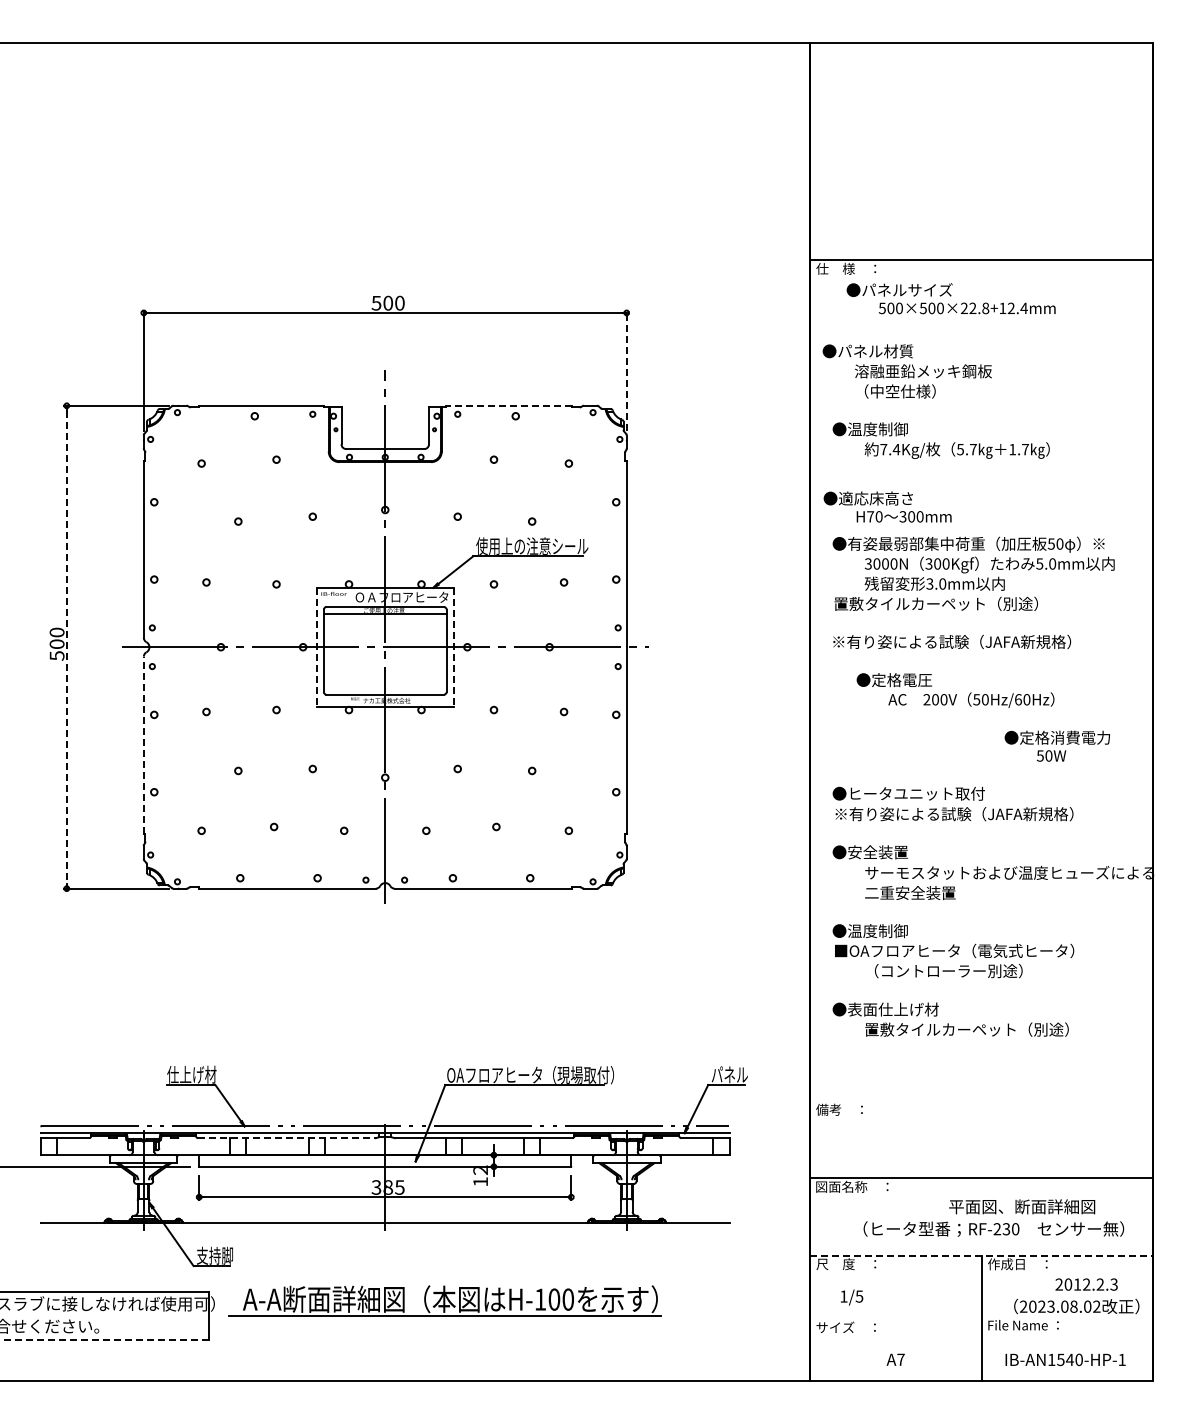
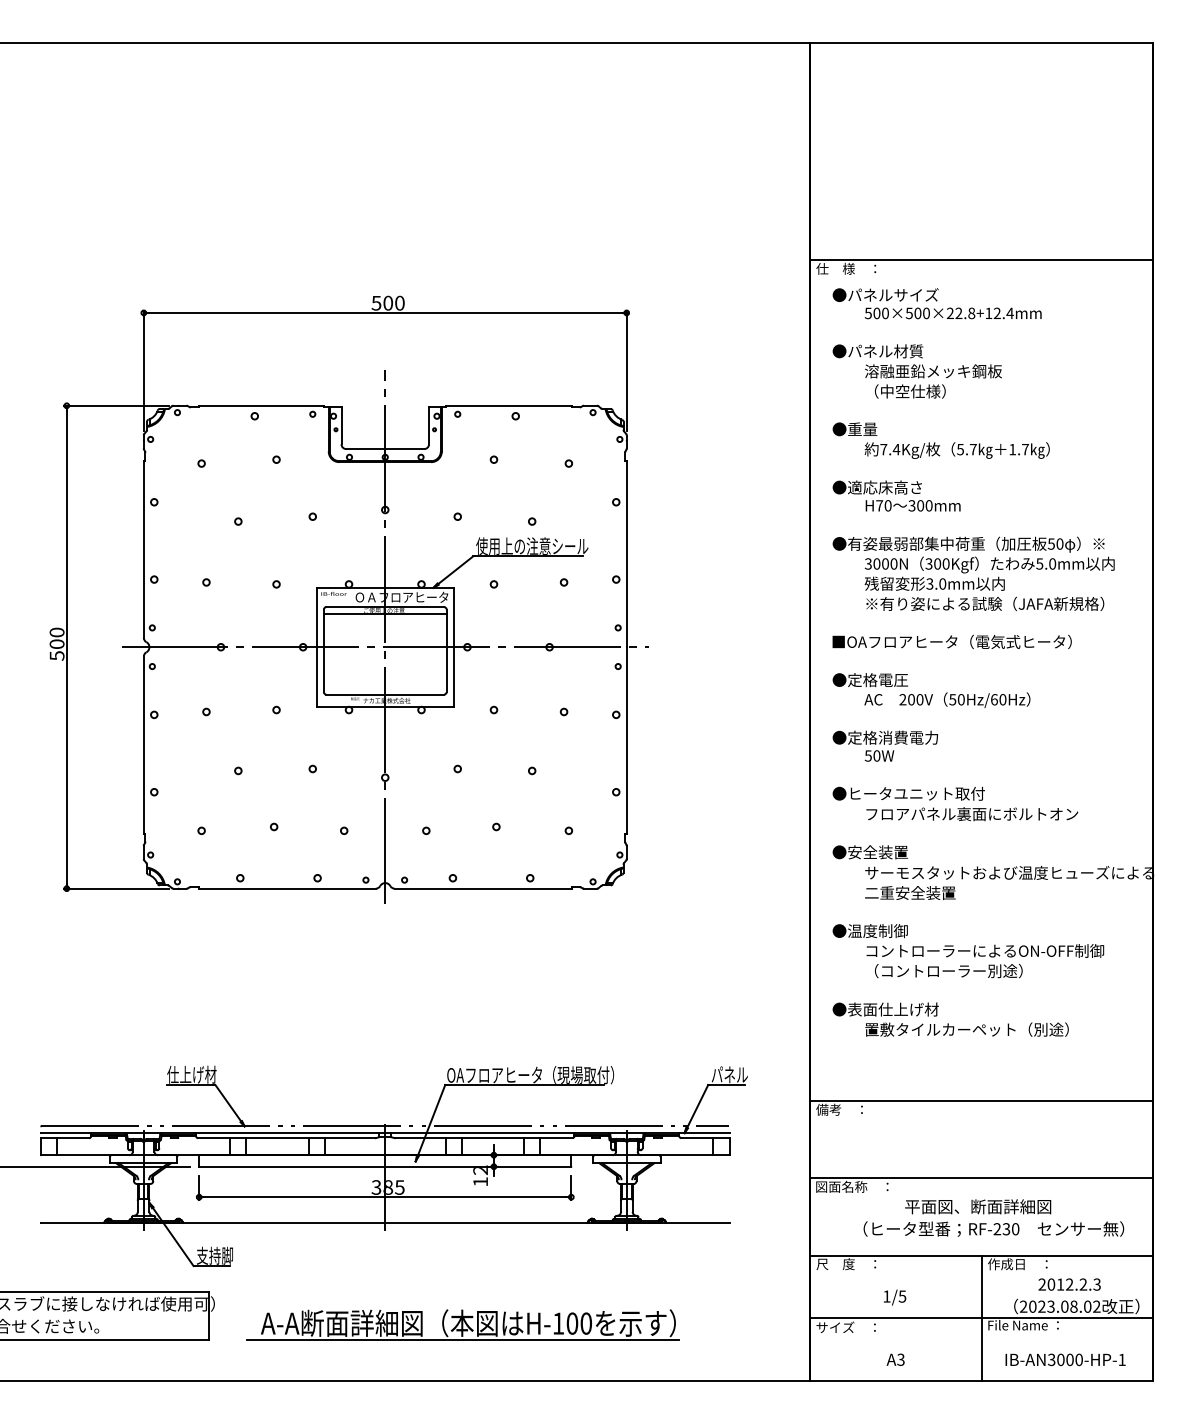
text at (950, 298) position: (950, 298) -> (936, 303)
line at (626, 370): dashed -> solid
text at (906, 371) position: (906, 371) -> (916, 371)
line at (508, 405): dashed -> solid
text at (877, 429): ●温度制御 -> ●重量
text at (887, 506) position: (887, 506) -> (896, 495)
text at (969, 603): 置敷タイルカーペット（別途） -> ※有り姿による試験（JAFA新規格）
text at (951, 641): ※有り姿による試験（JAFA新規格） -> ■OAフロアヒータ（電気式ヒータ）
line at (66, 647): dashed -> solid
line at (316, 647): dashed -> solid
line at (453, 647): dashed -> solid
text at (955, 690) position: (955, 690) -> (931, 690)
line at (143, 745): dashed -> solid
text at (1057, 745) position: (1057, 745) -> (885, 745)
text at (956, 814): ※有り姿による試験（JAFA新規格） -> フロアパネル裏面にボルトオン
text at (969, 950): ■OAフロアヒータ（電気式ヒータ） -> コントローラーによるON-OFF制御
line at (981, 1101): none -> present
line at (286, 1138): dashed -> solid
text at (1022, 1206) position: (1022, 1206) -> (978, 1206)
line at (981, 1255): dashed -> solid
text at (1086, 1284) position: (1086, 1284) -> (1069, 1284)
text at (852, 1297) position: (852, 1297) -> (895, 1297)
part at (444, 1300) position: (444, 1300) -> (462, 1324)
line at (981, 1318): none -> present
line at (104, 1339): dashed -> solid
text at (900, 1359): A7 -> A3
text at (1060, 1359): IB-AN1540-HP-1 -> IB-AN3000-HP-1
